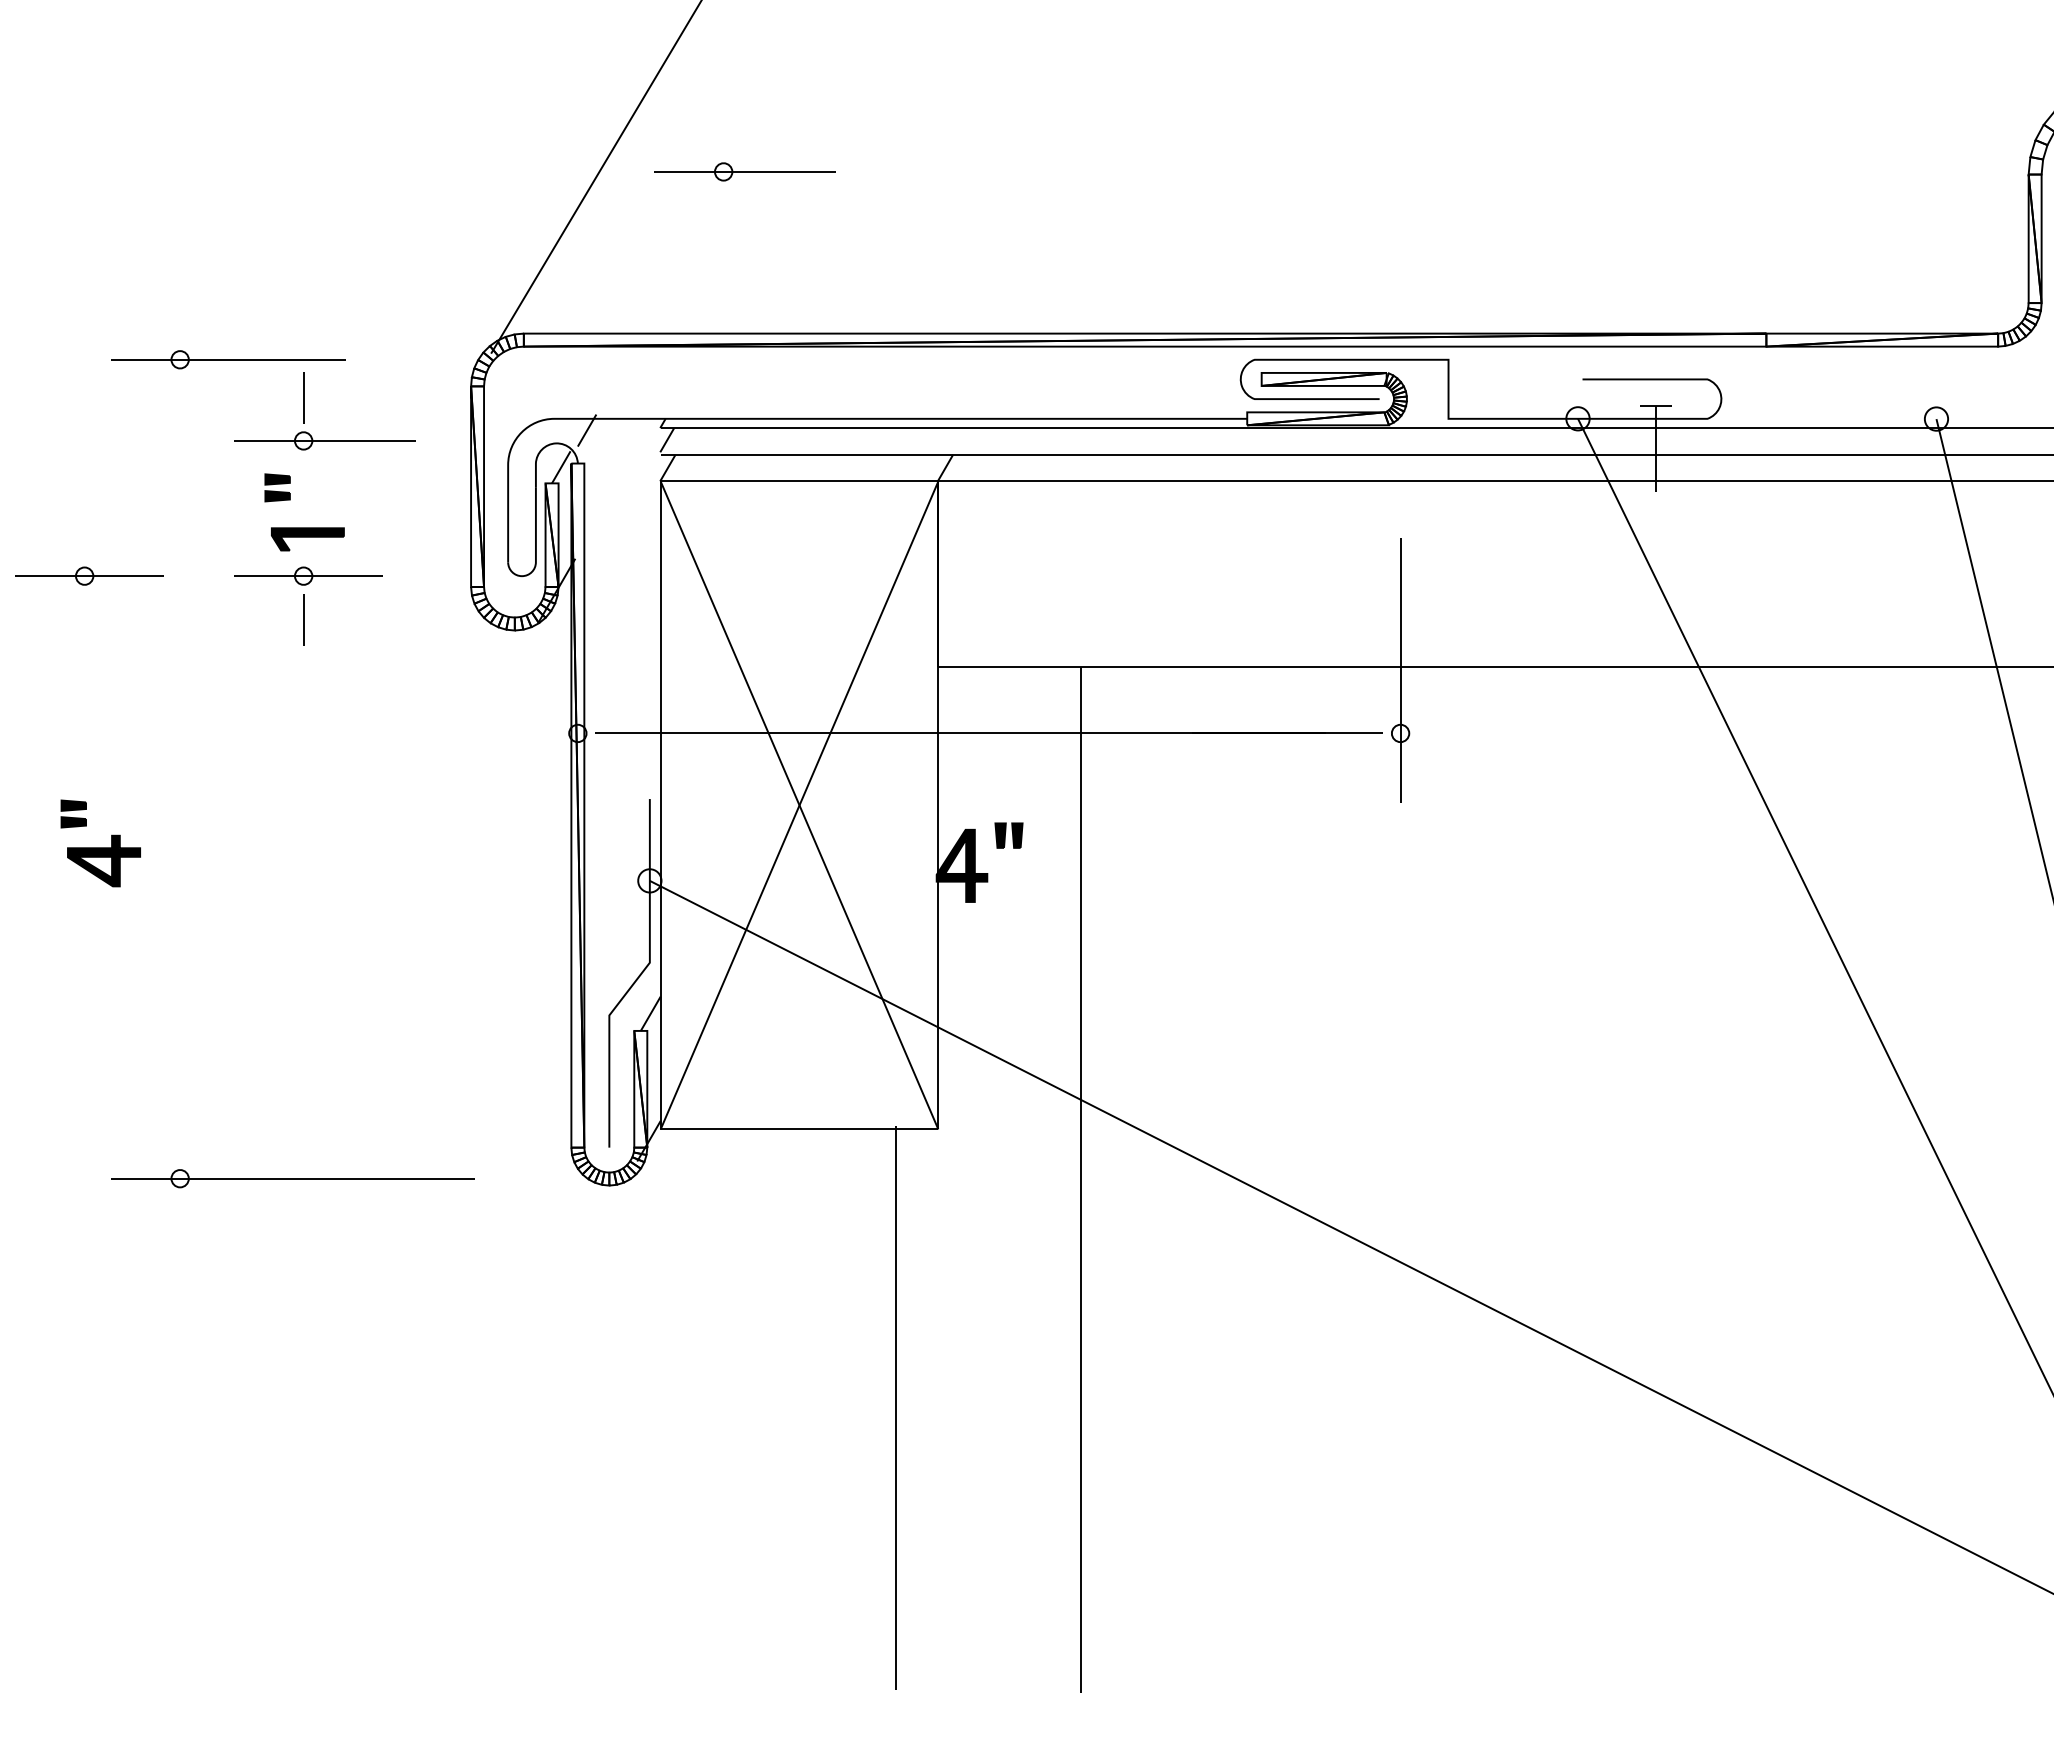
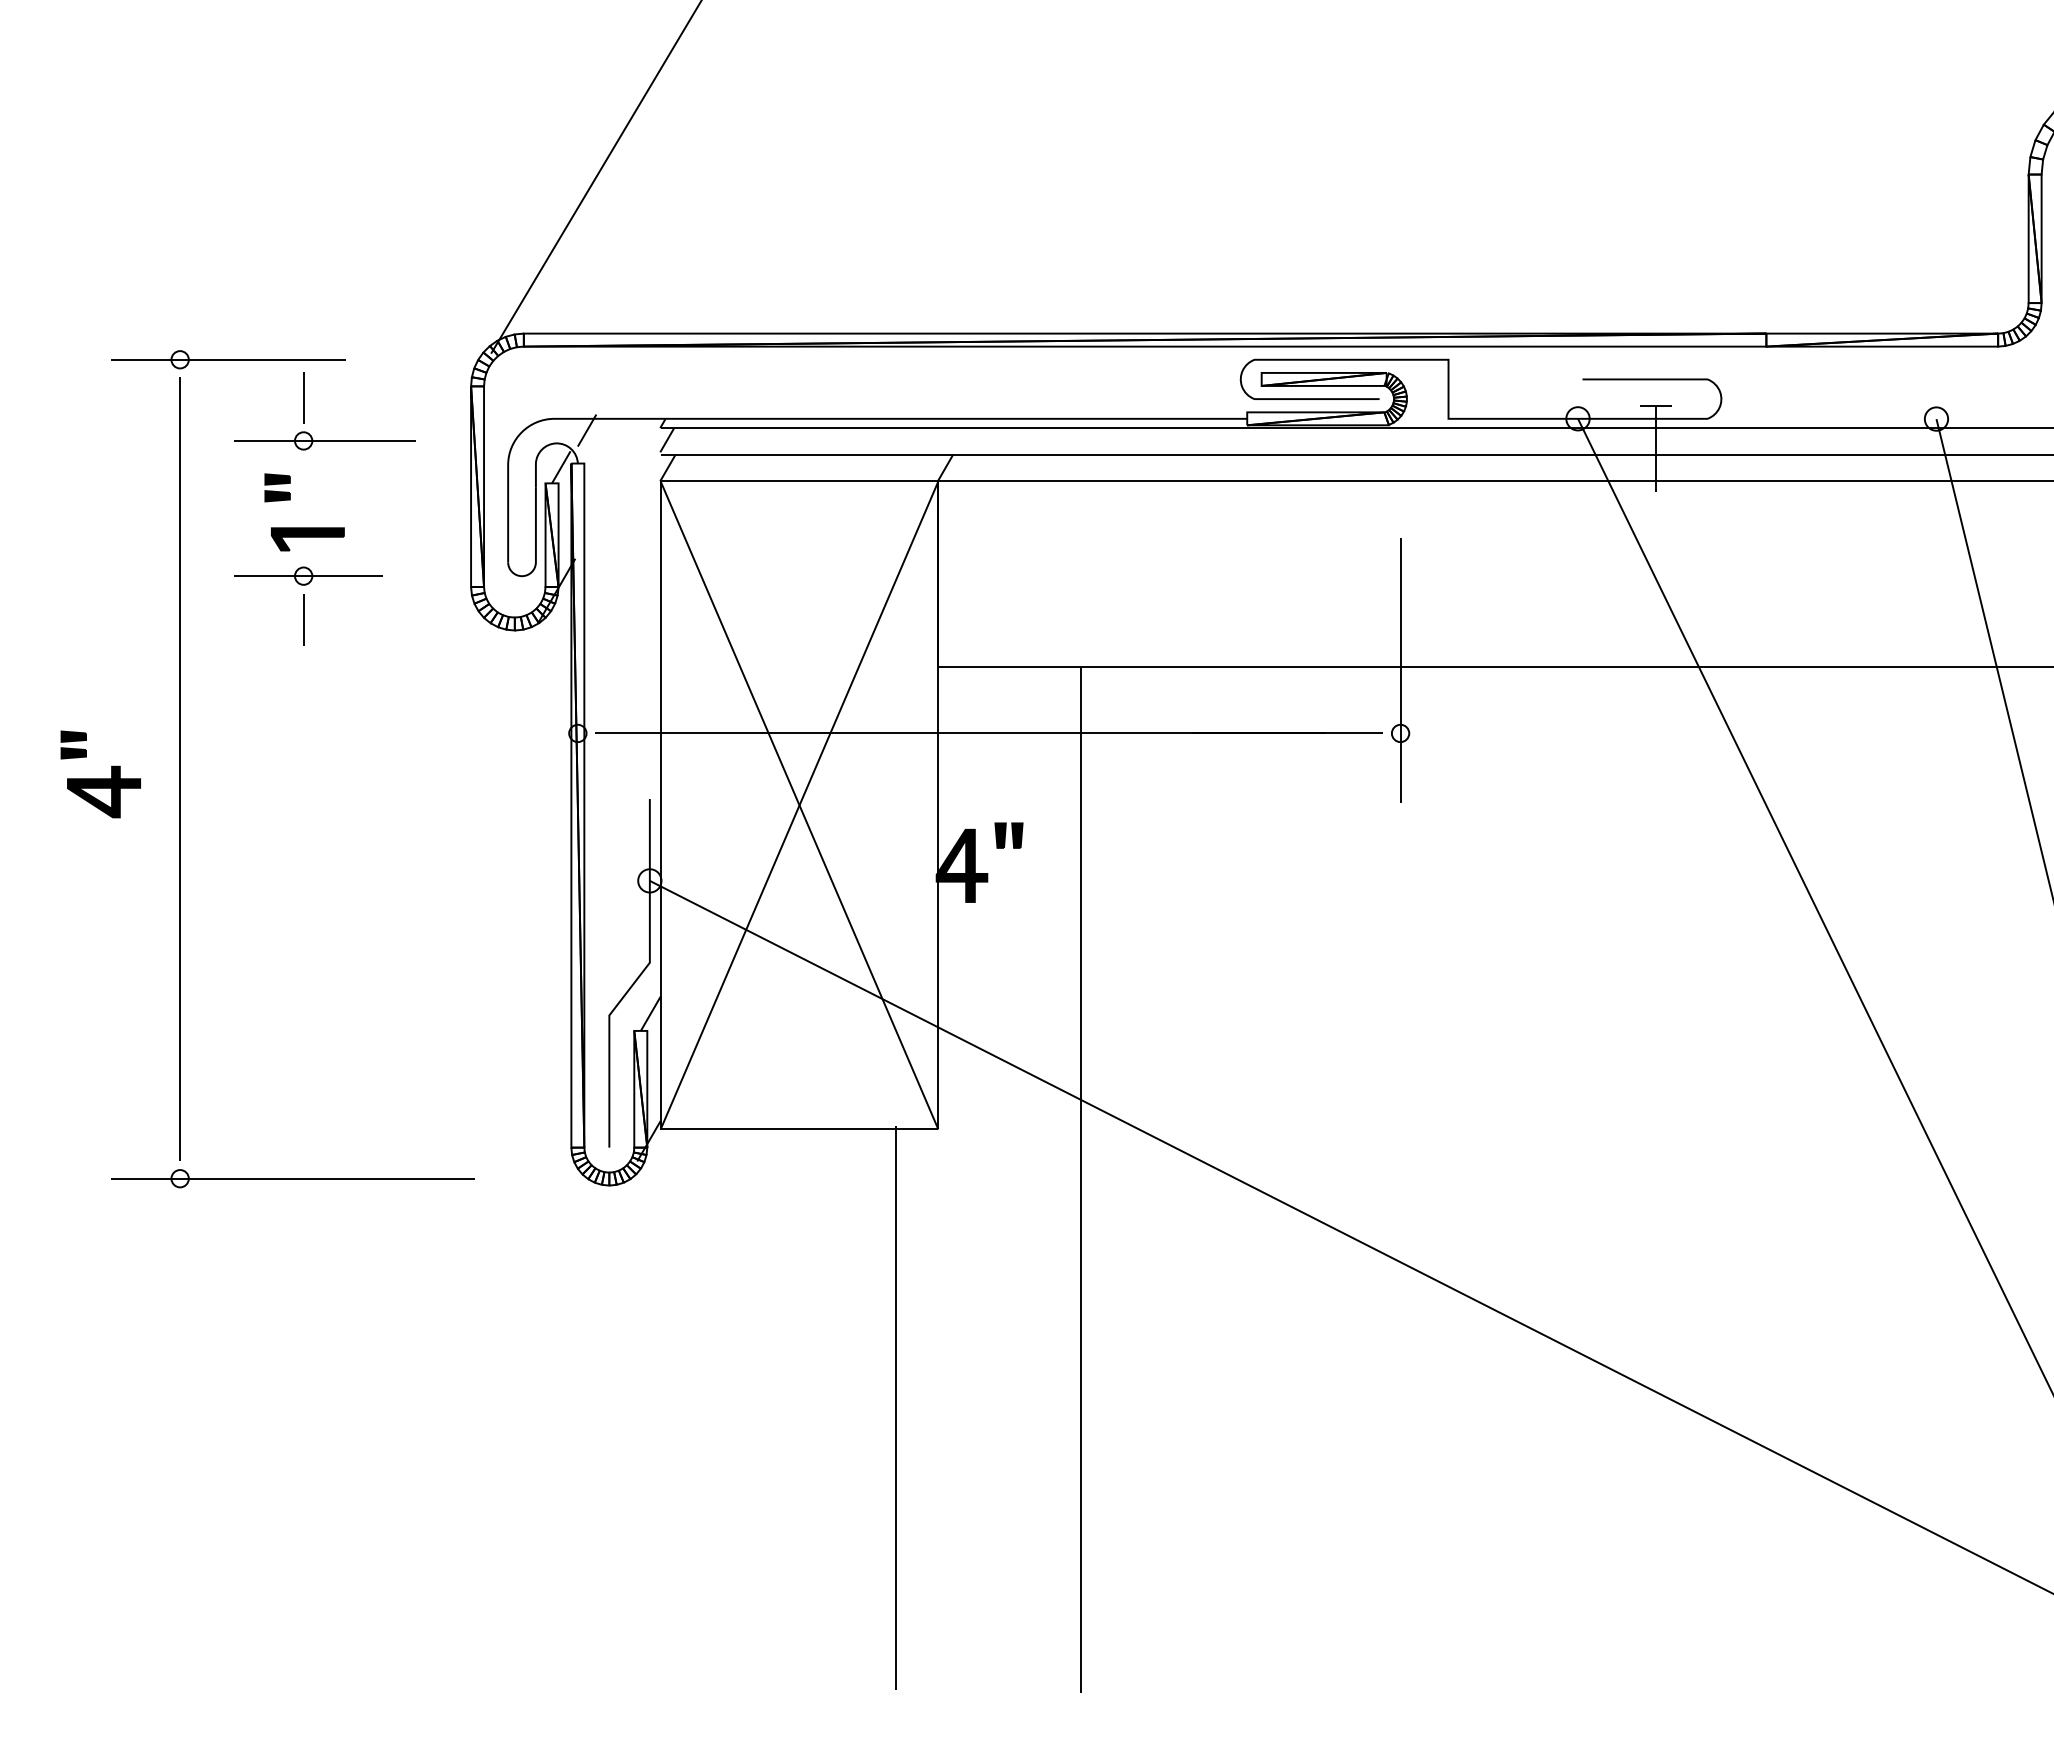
part at (744, 171): present -> none
part at (89, 575): present -> none
line at (179, 768): none -> present
part at (100, 843) position: (100, 843) -> (100, 774)
